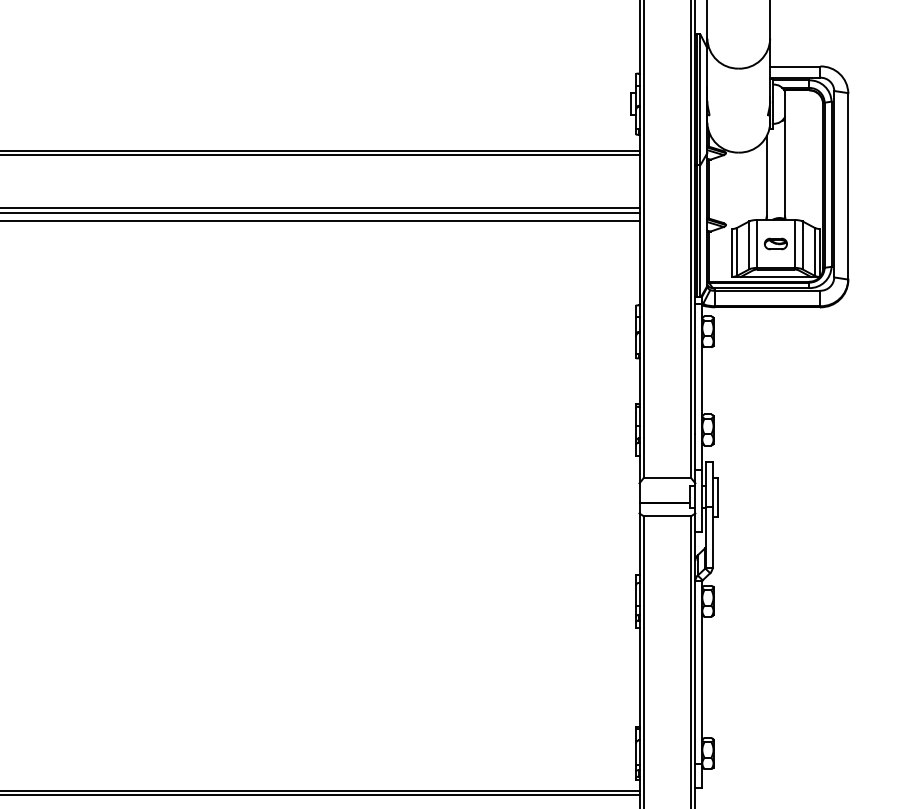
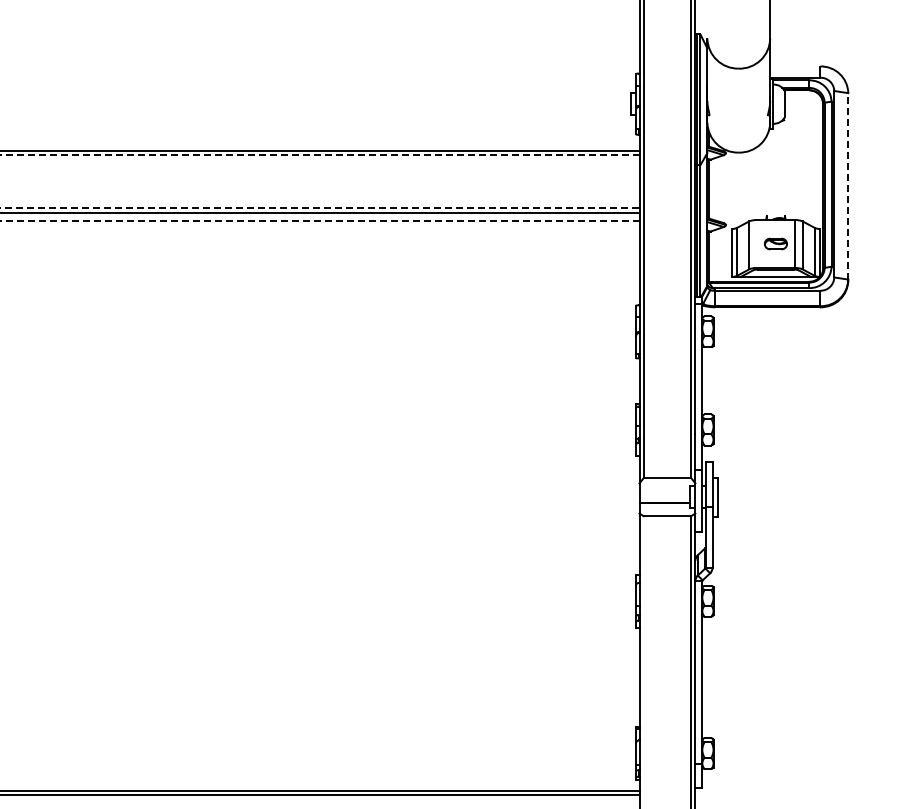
line at (707, 20): present -> none
line at (795, 66): present -> none
line at (319, 155): solid -> dashed
line at (785, 165): present -> none
line at (766, 175): present -> none
line at (848, 185): solid -> dashed
line at (320, 208): solid -> dashed
line at (319, 221): solid -> dashed
line at (756, 244): present -> none
line at (643, 660): present -> none
